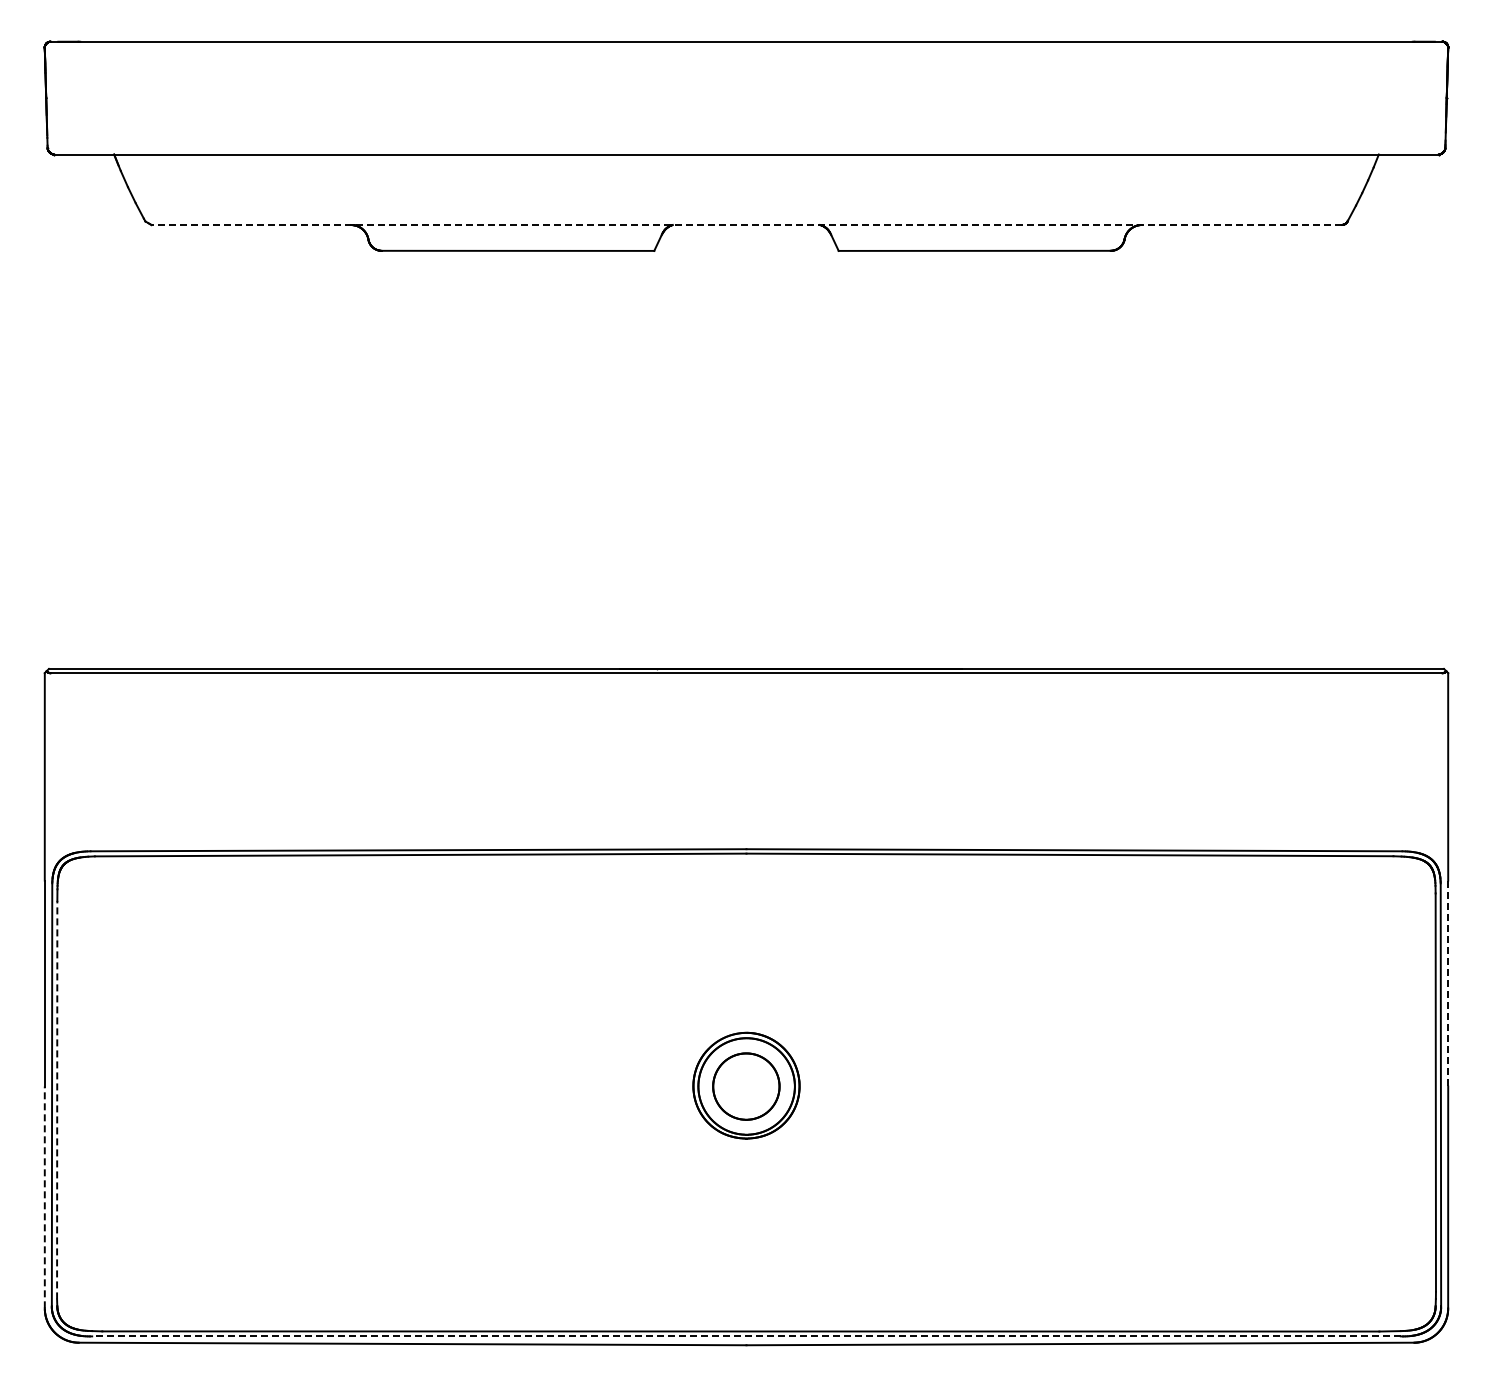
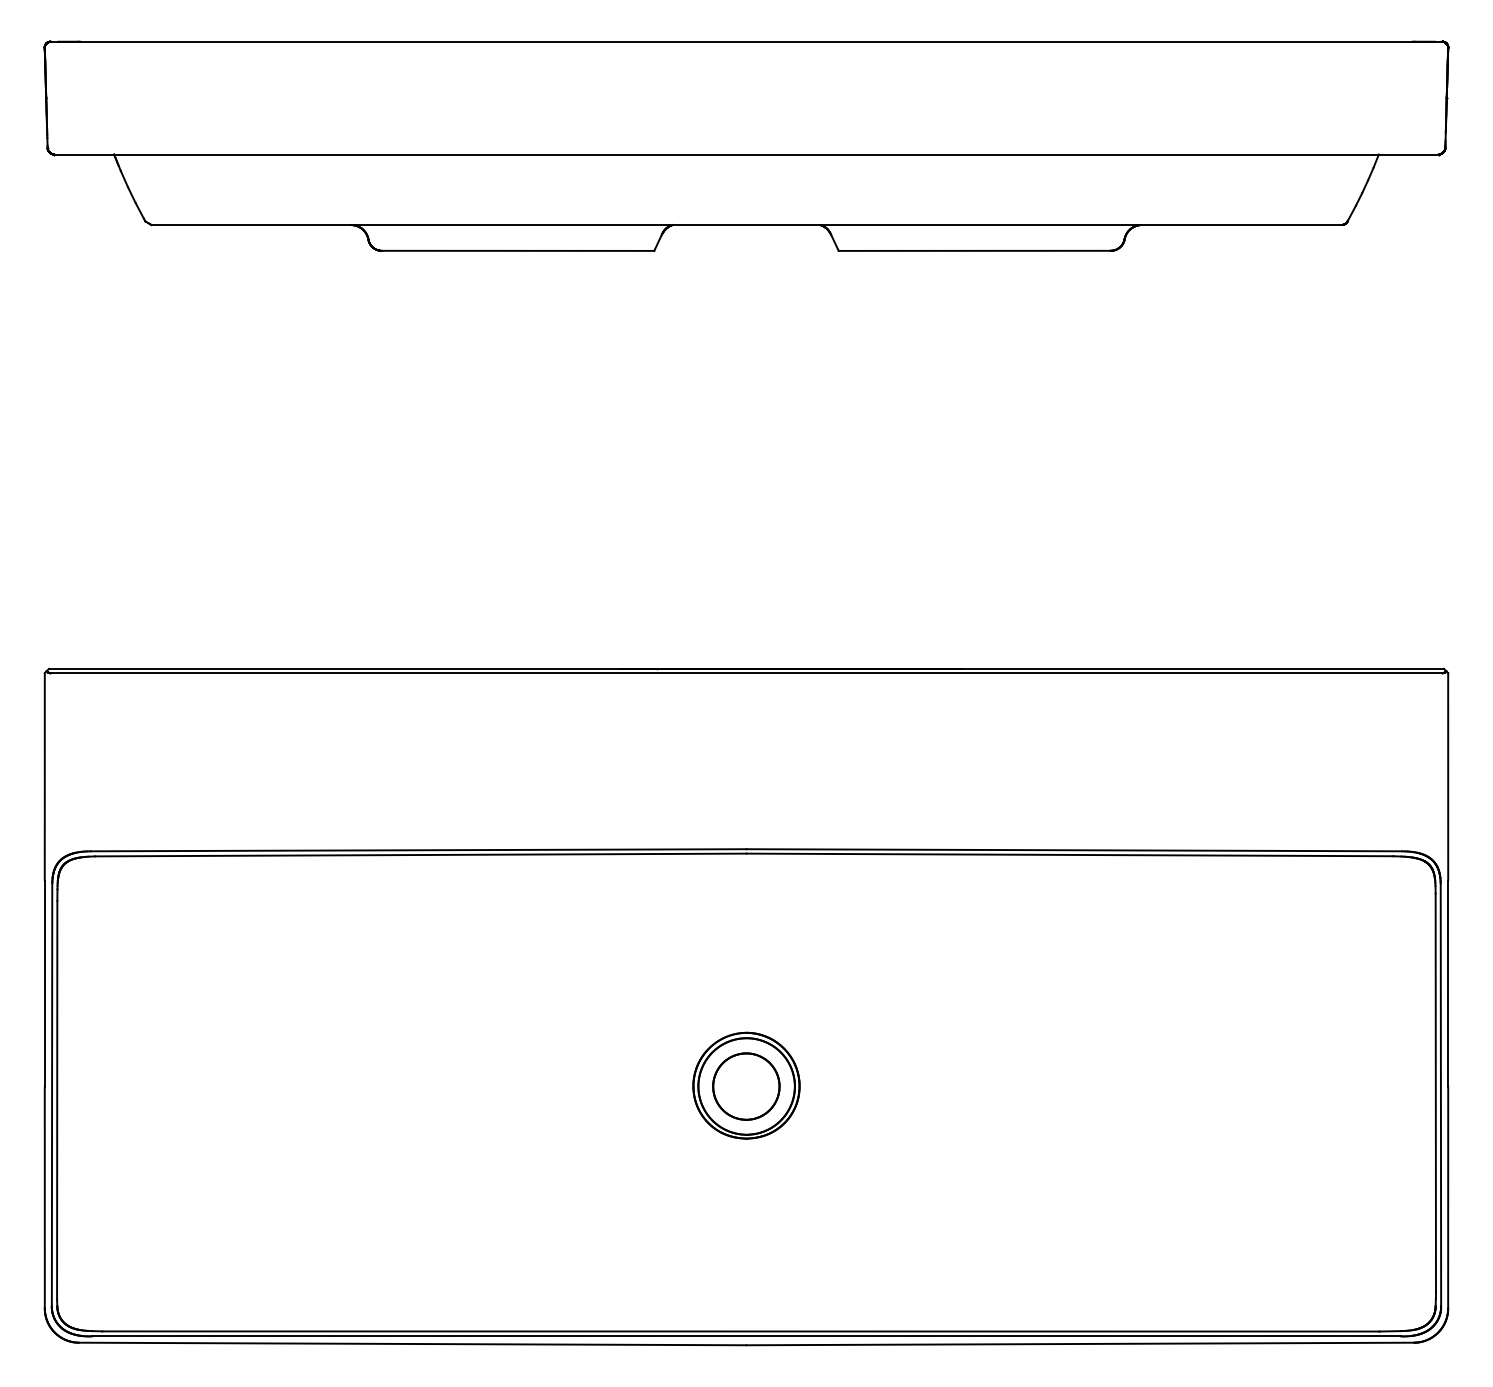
line at (746, 225): dashed -> solid
line at (1448, 983): dashed -> solid
line at (57, 1099): dashed -> solid
line at (44, 1197): dashed -> solid
line at (746, 1336): dashed -> solid
